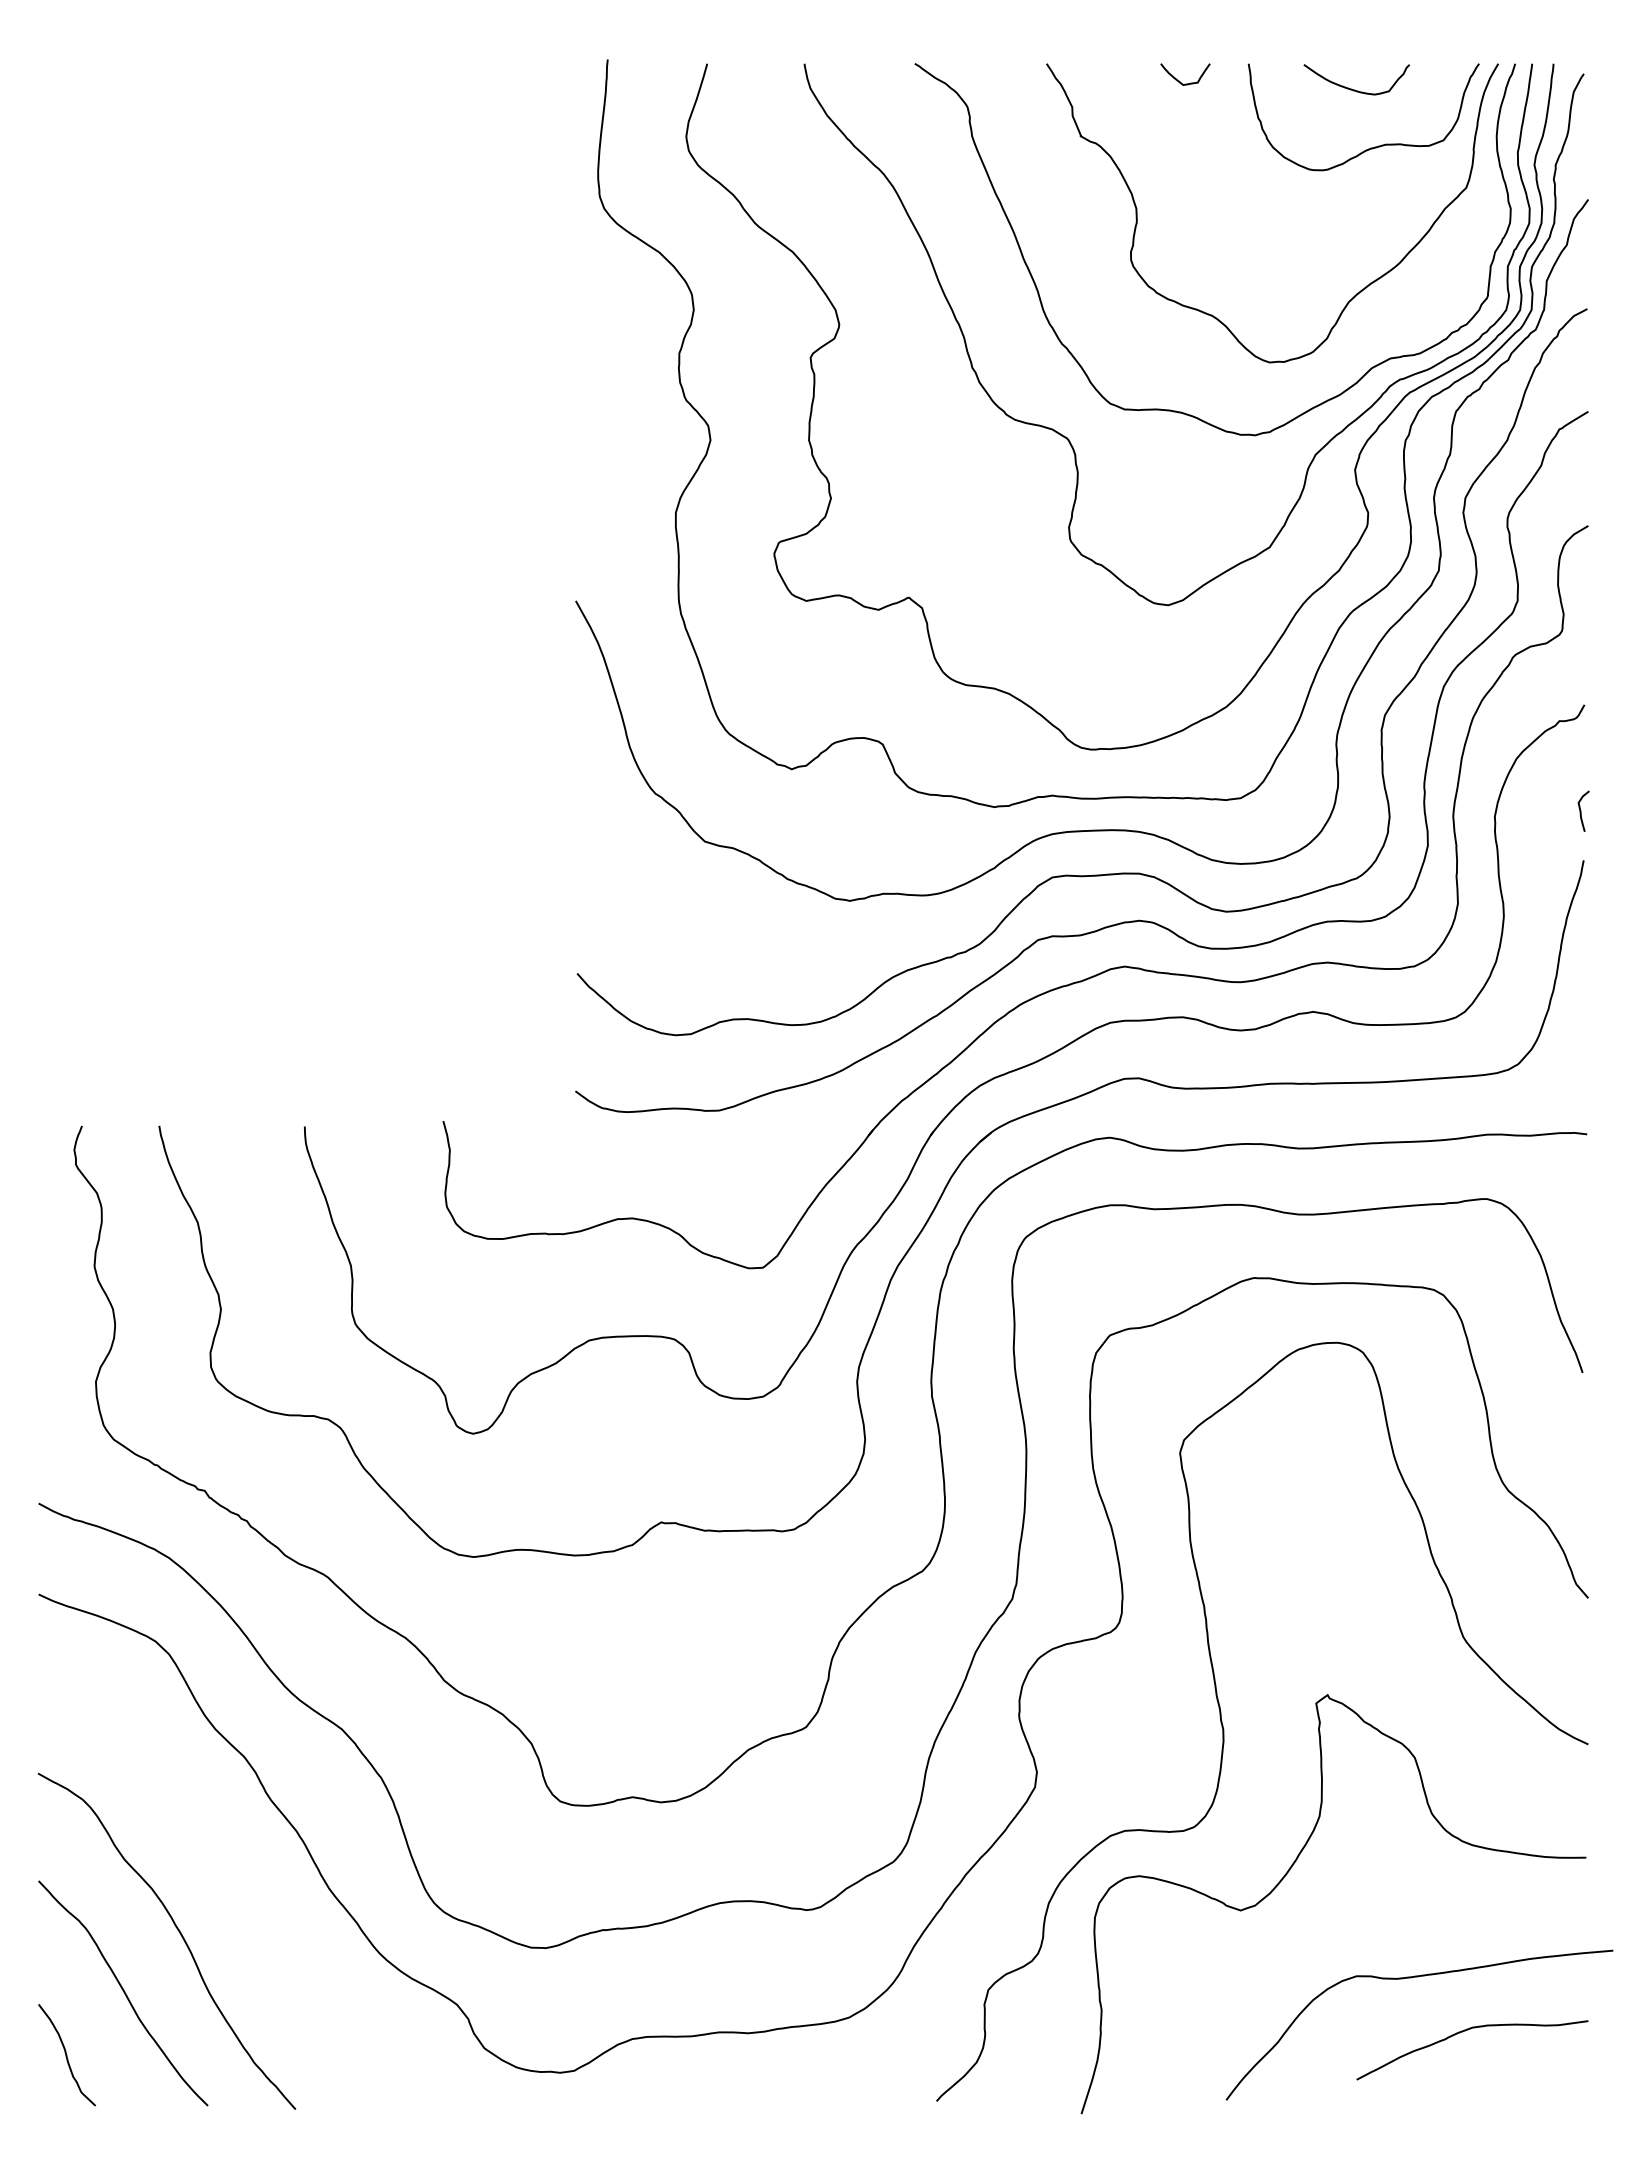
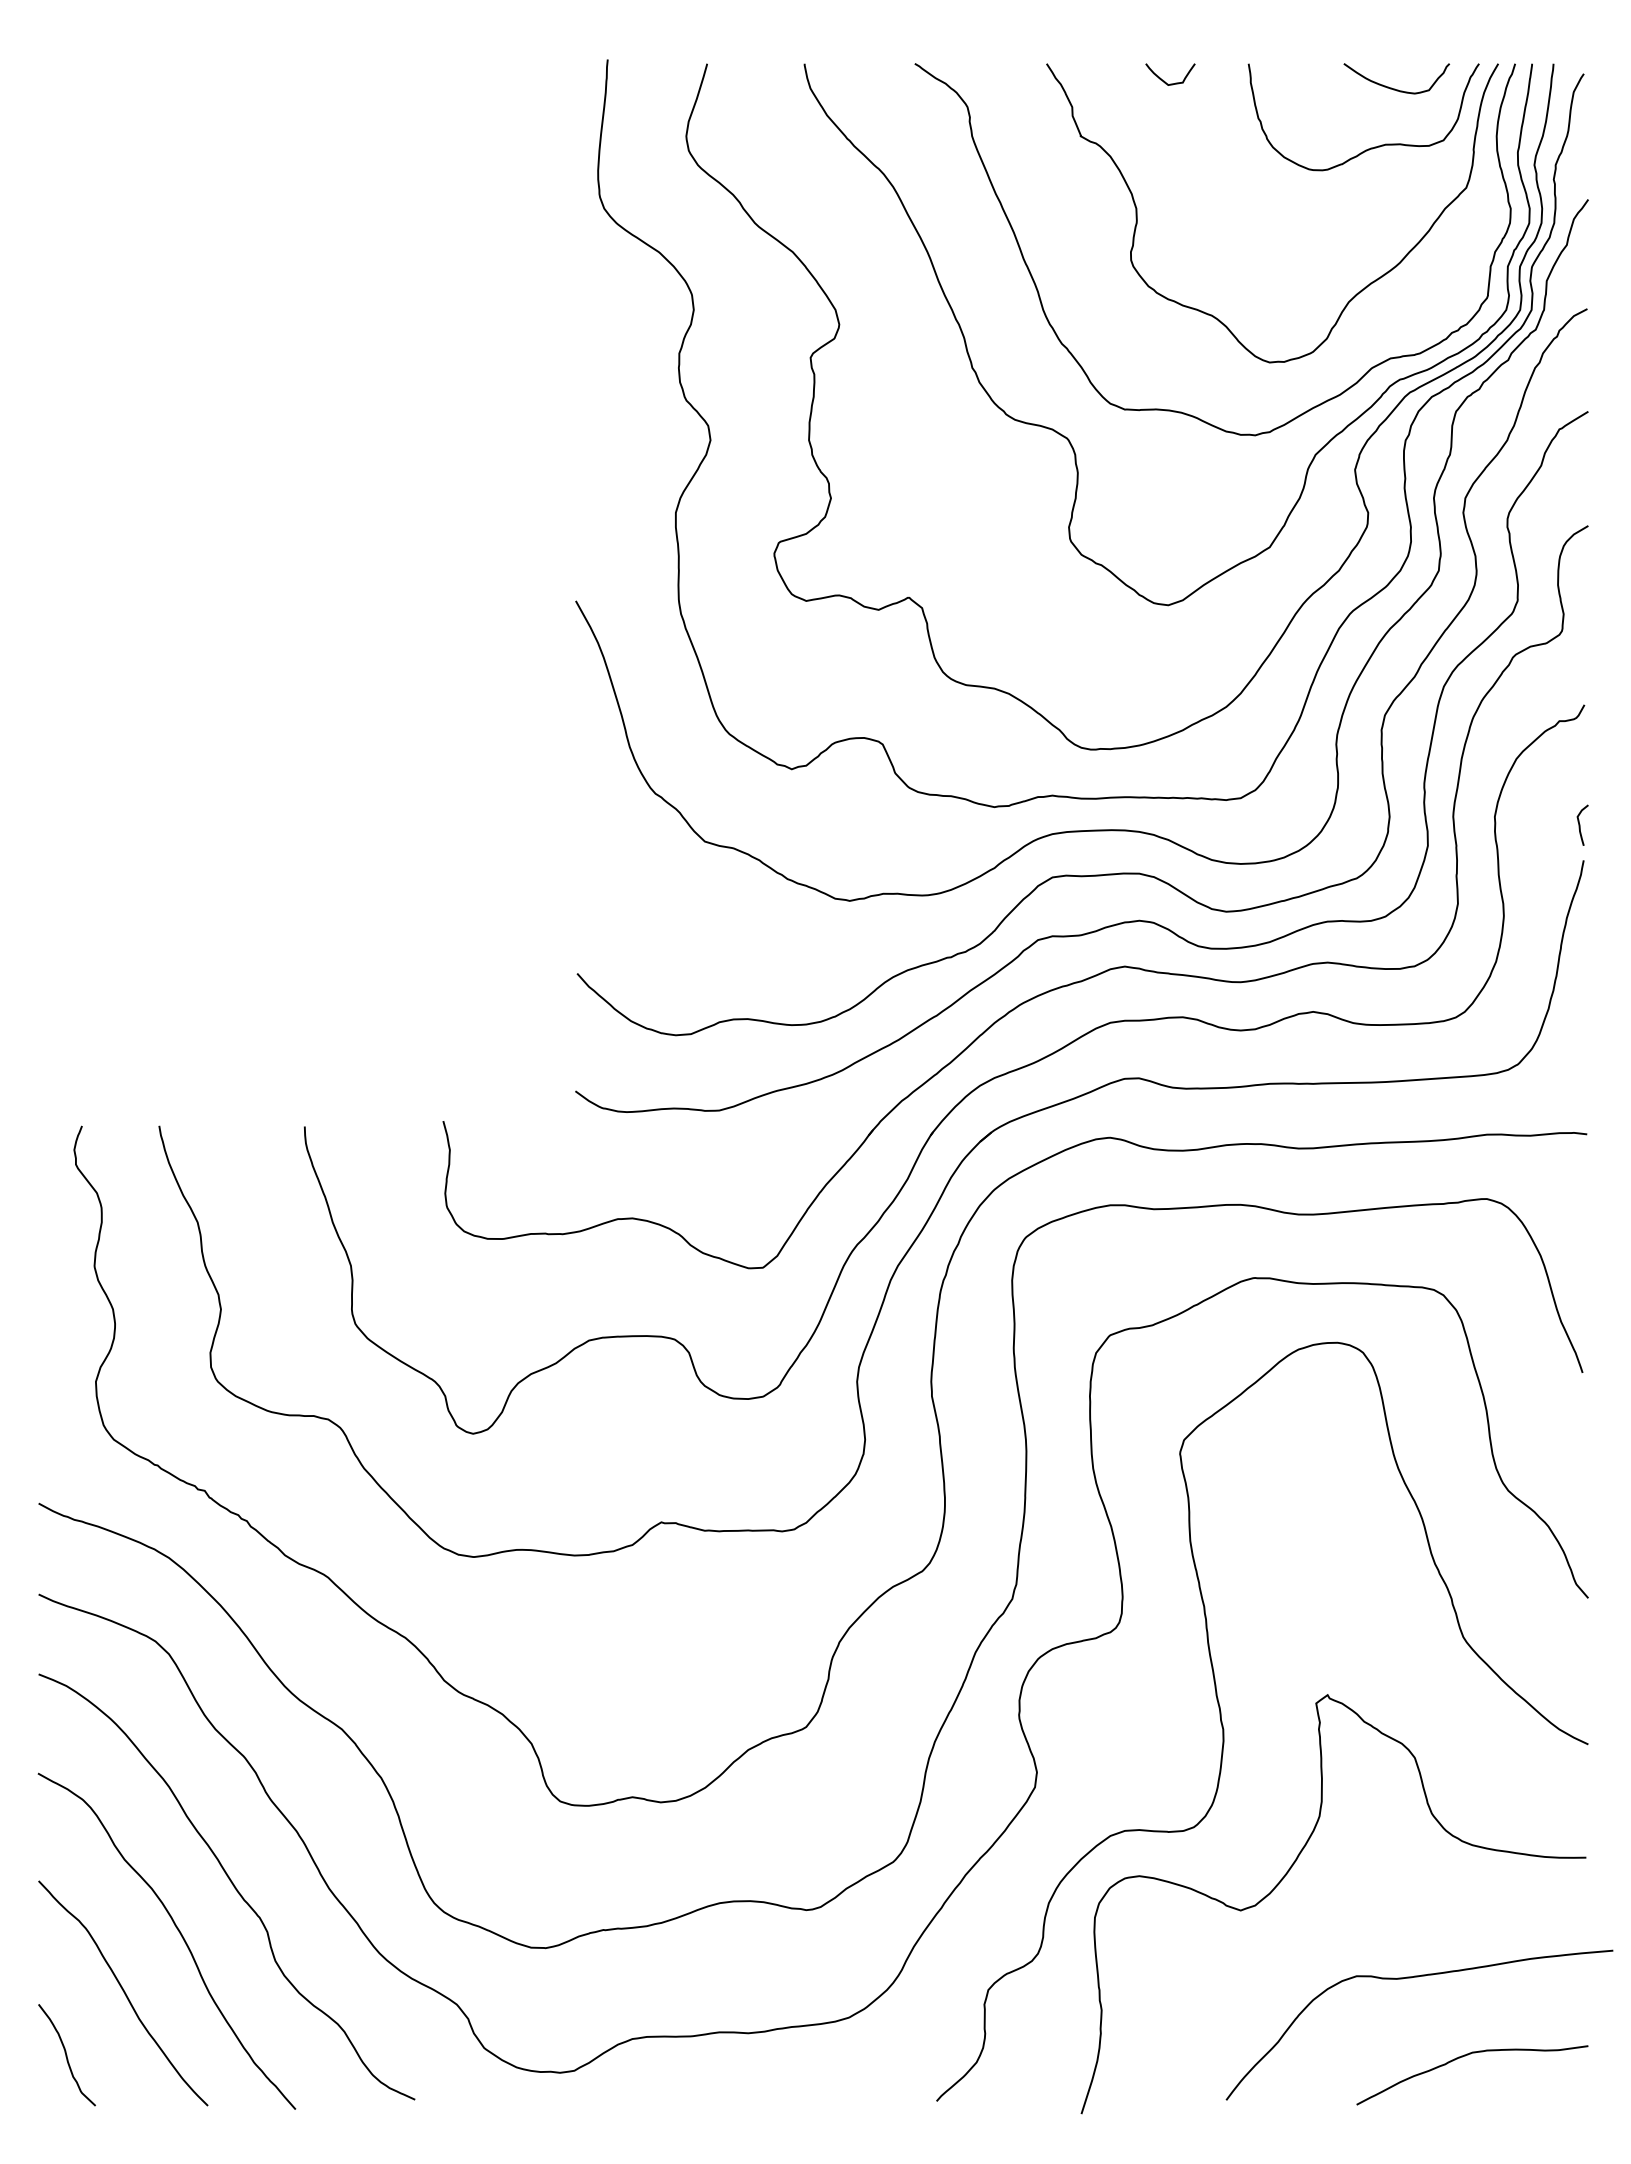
curve at (1179, 80) position: (1179, 80) -> (1164, 80)
curve at (1355, 89) position: (1355, 89) -> (1395, 88)
curve at (1581, 810) position: (1581, 810) -> (1580, 824)
curve at (230, 1882): none -> present
curve at (1465, 2031) position: (1465, 2031) -> (1465, 2056)
